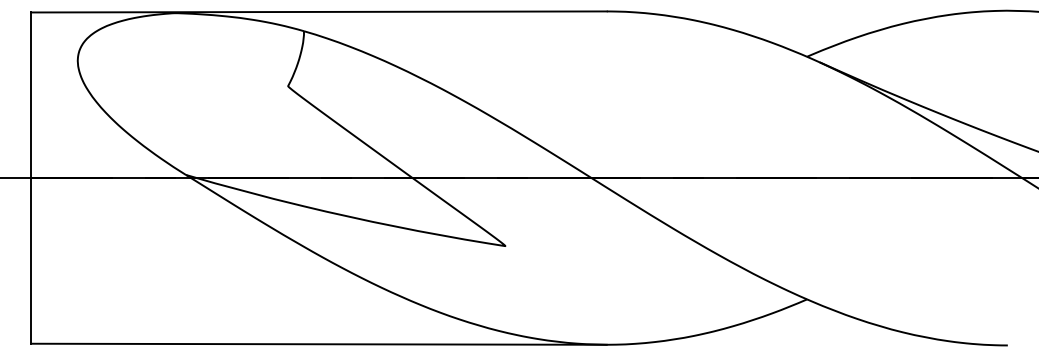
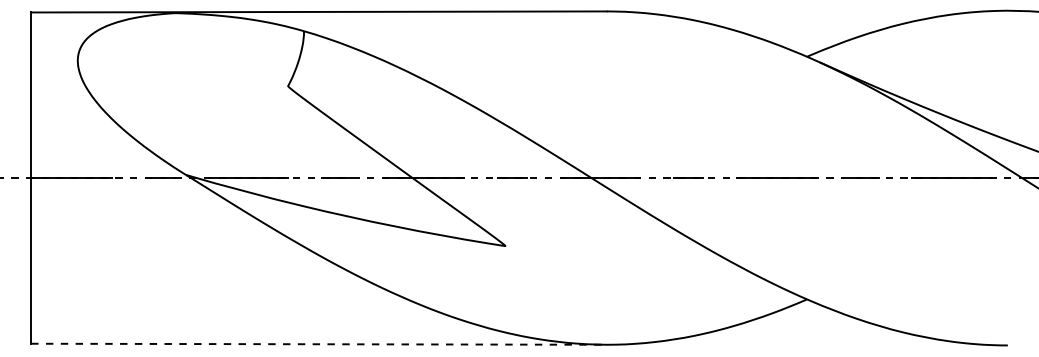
line at (520, 178): solid -> dashed
line at (318, 344): solid -> dashed
